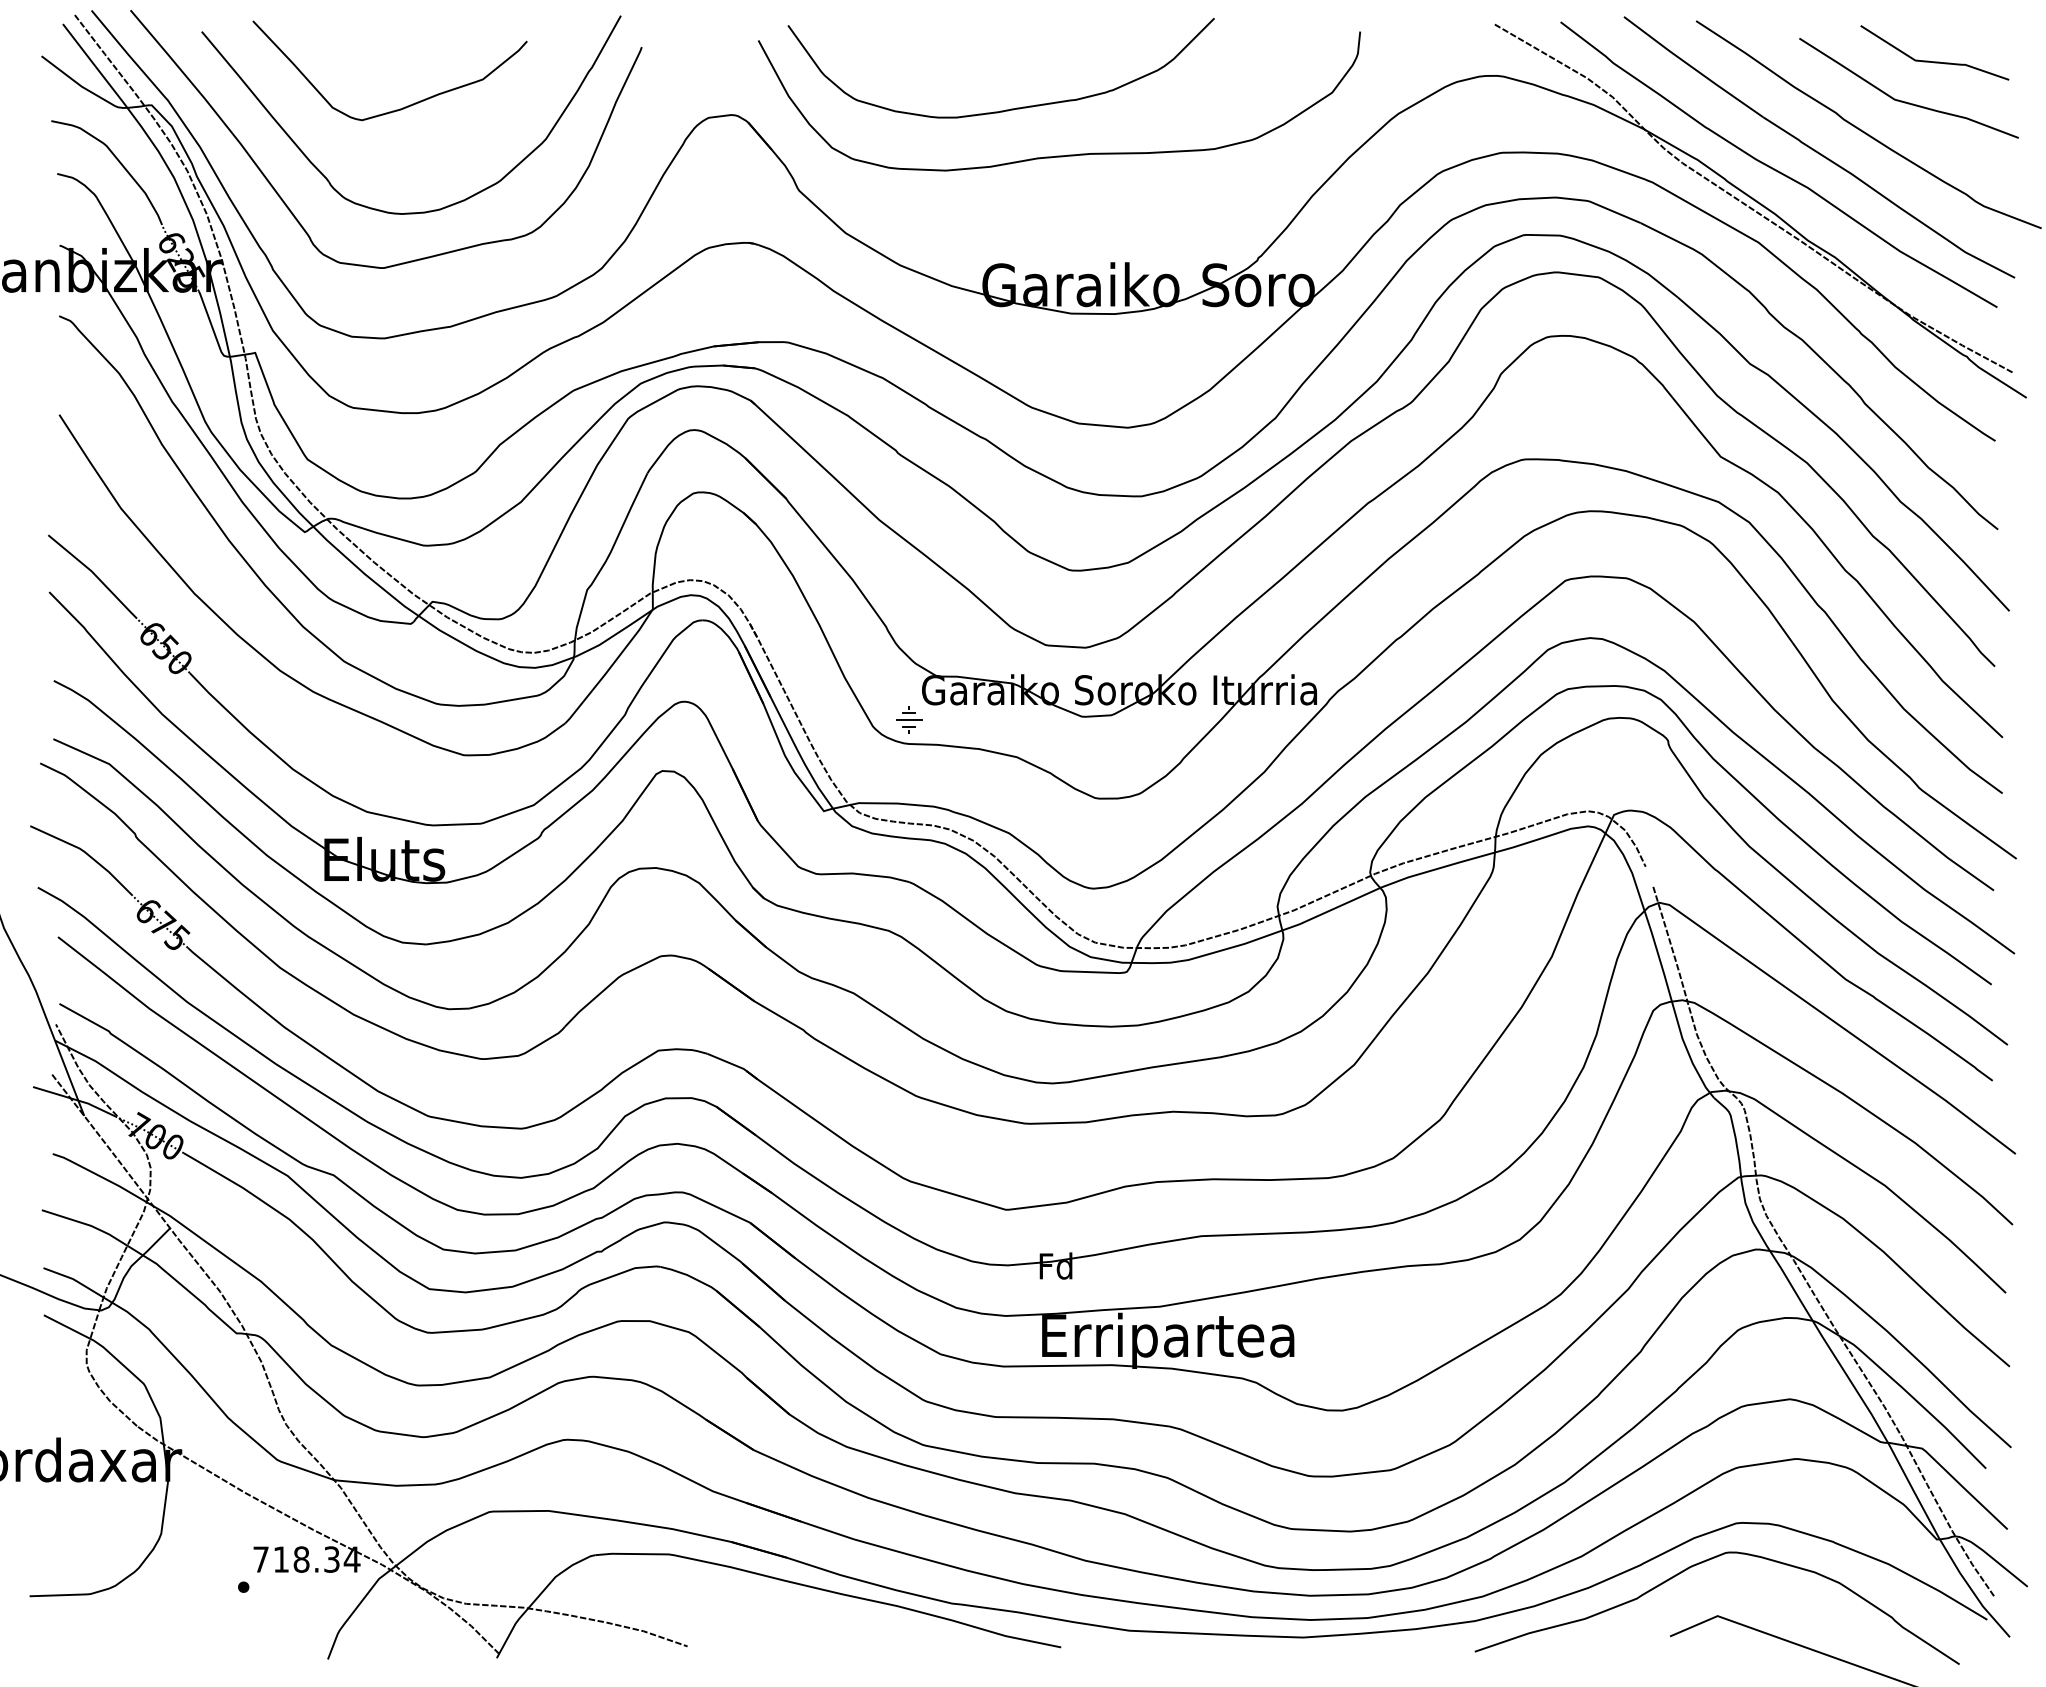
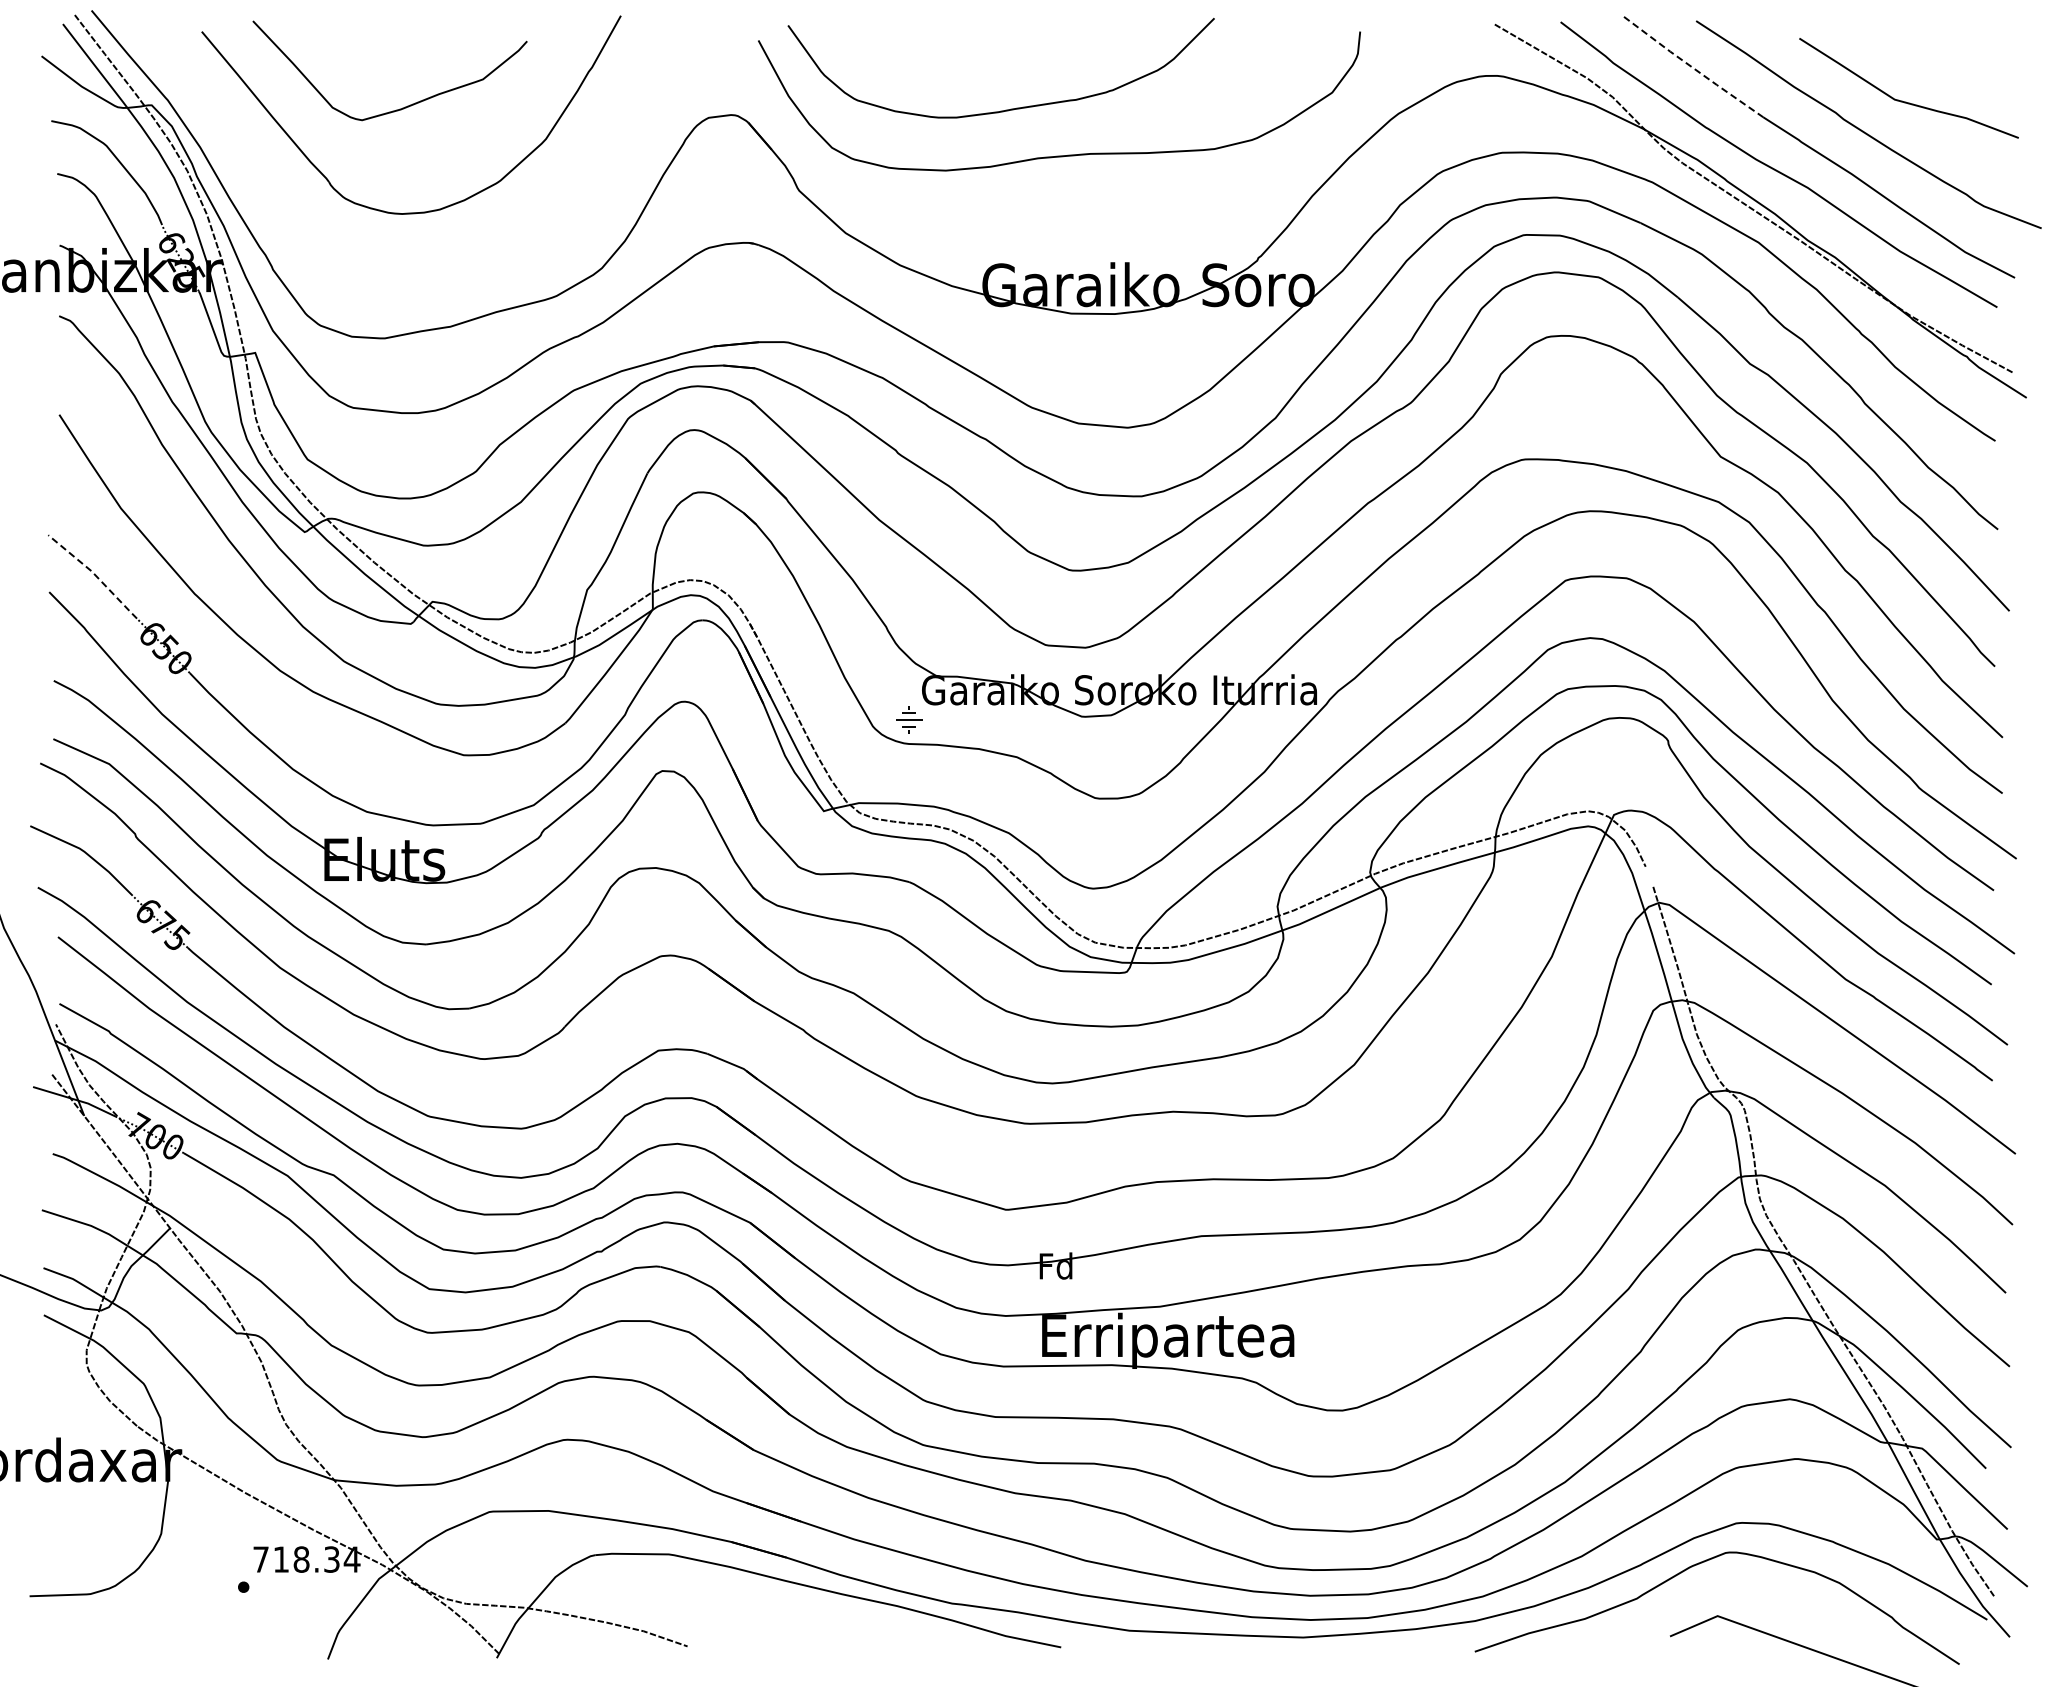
line at (1934, 61): present -> none
line at (1693, 68): solid -> dashed
curve at (291, 210): present -> none
line at (94, 574): solid -> dashed
